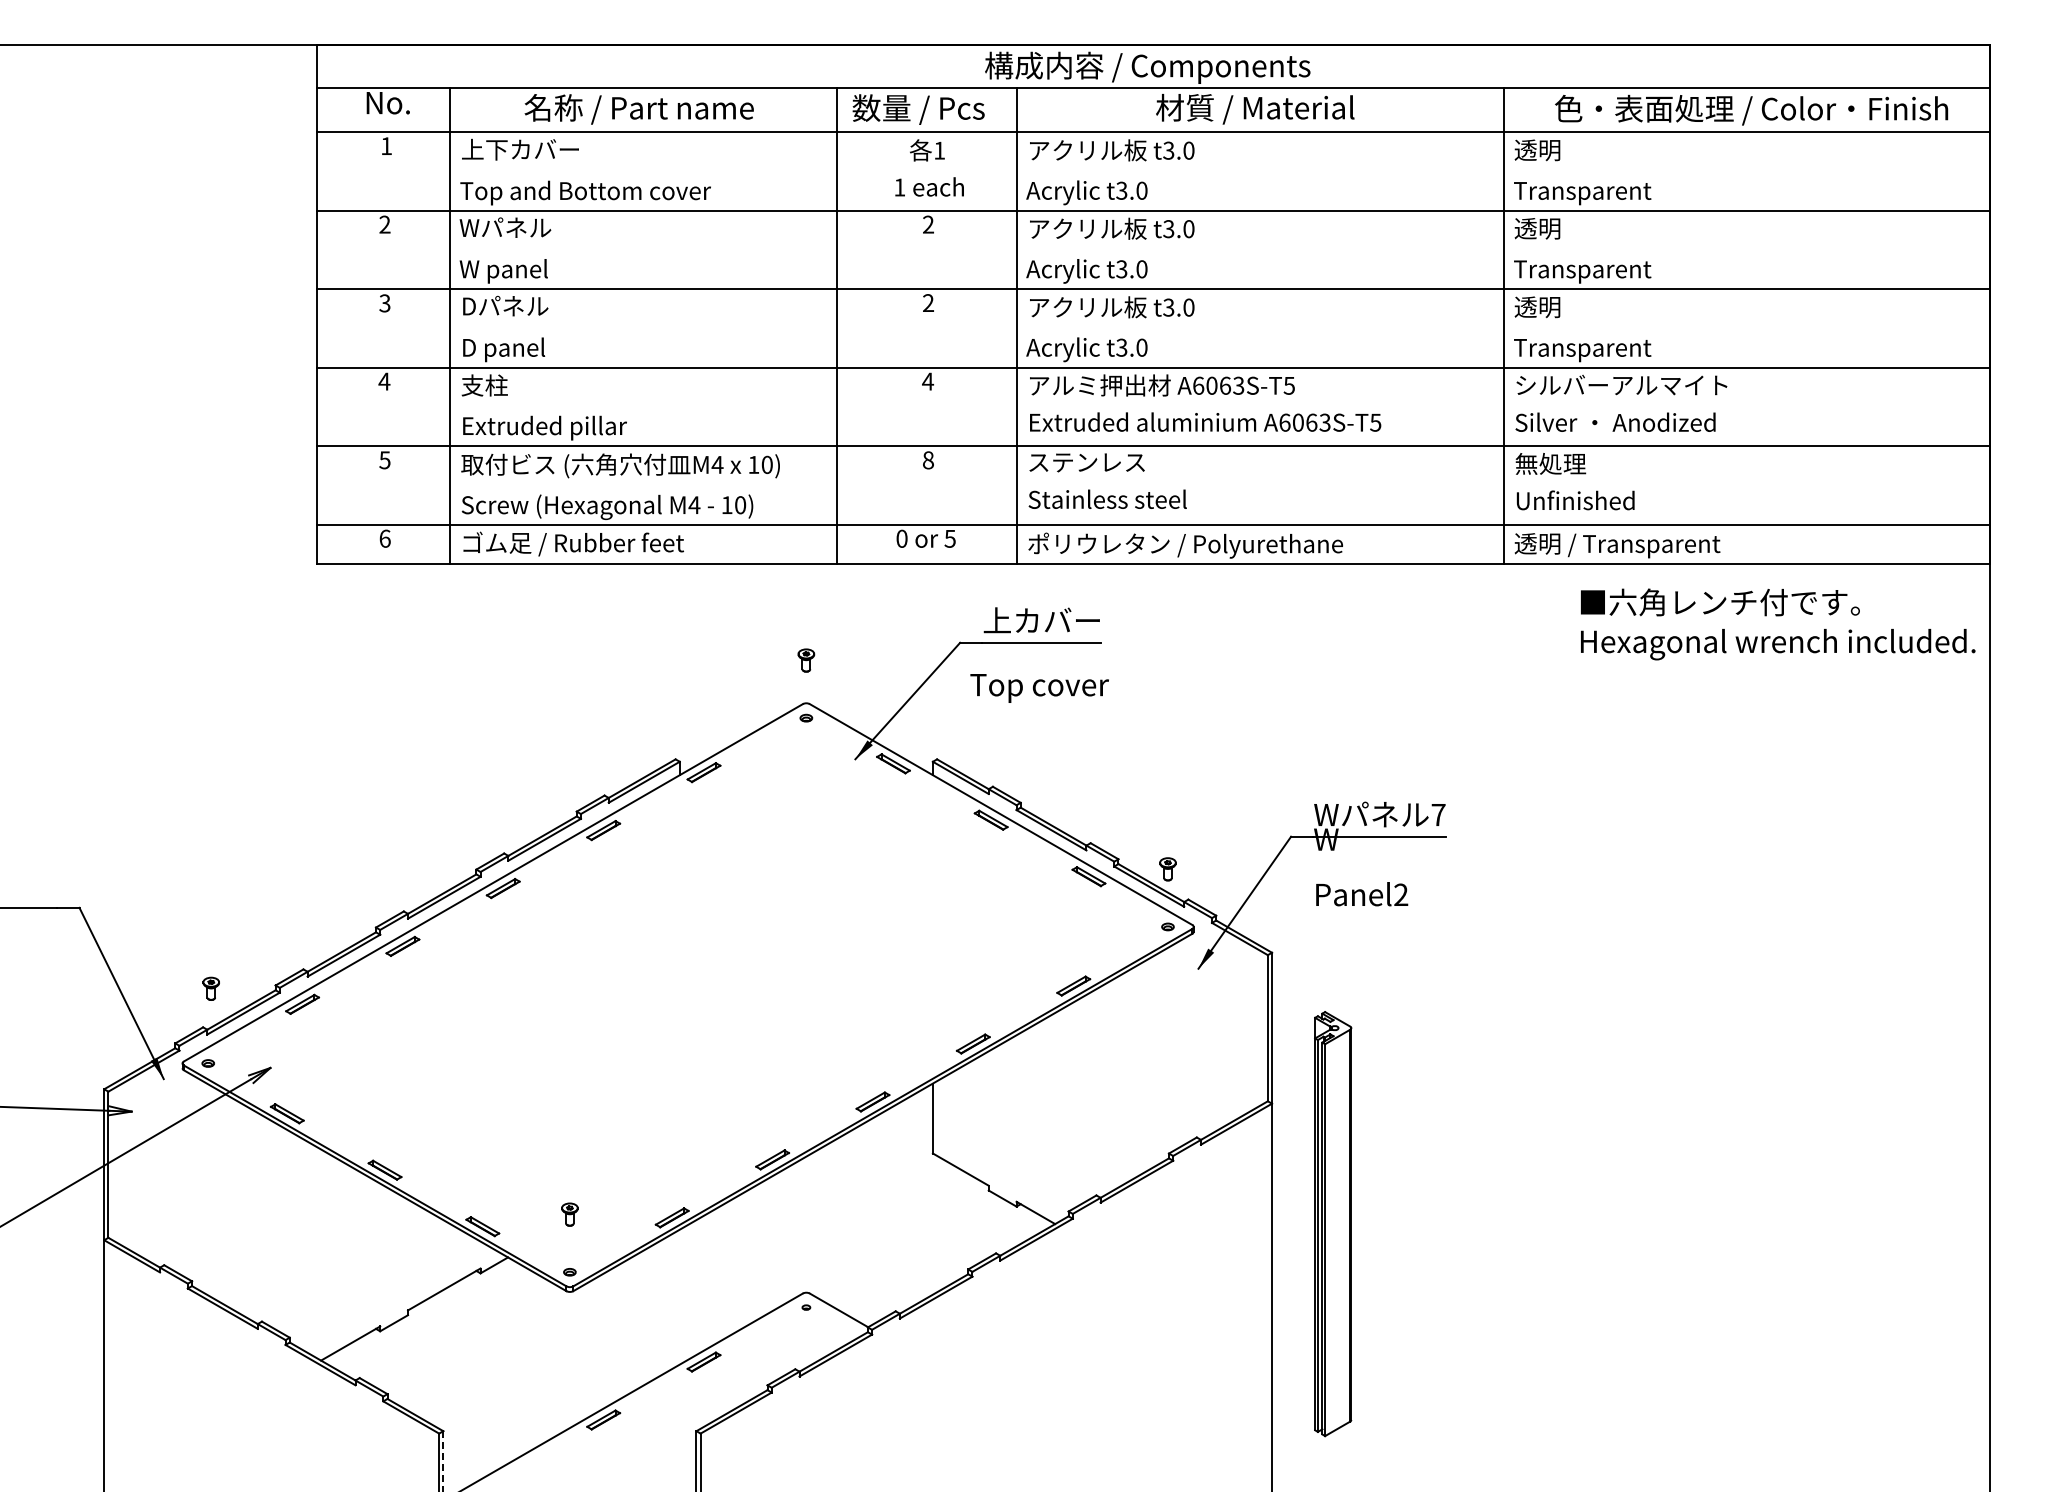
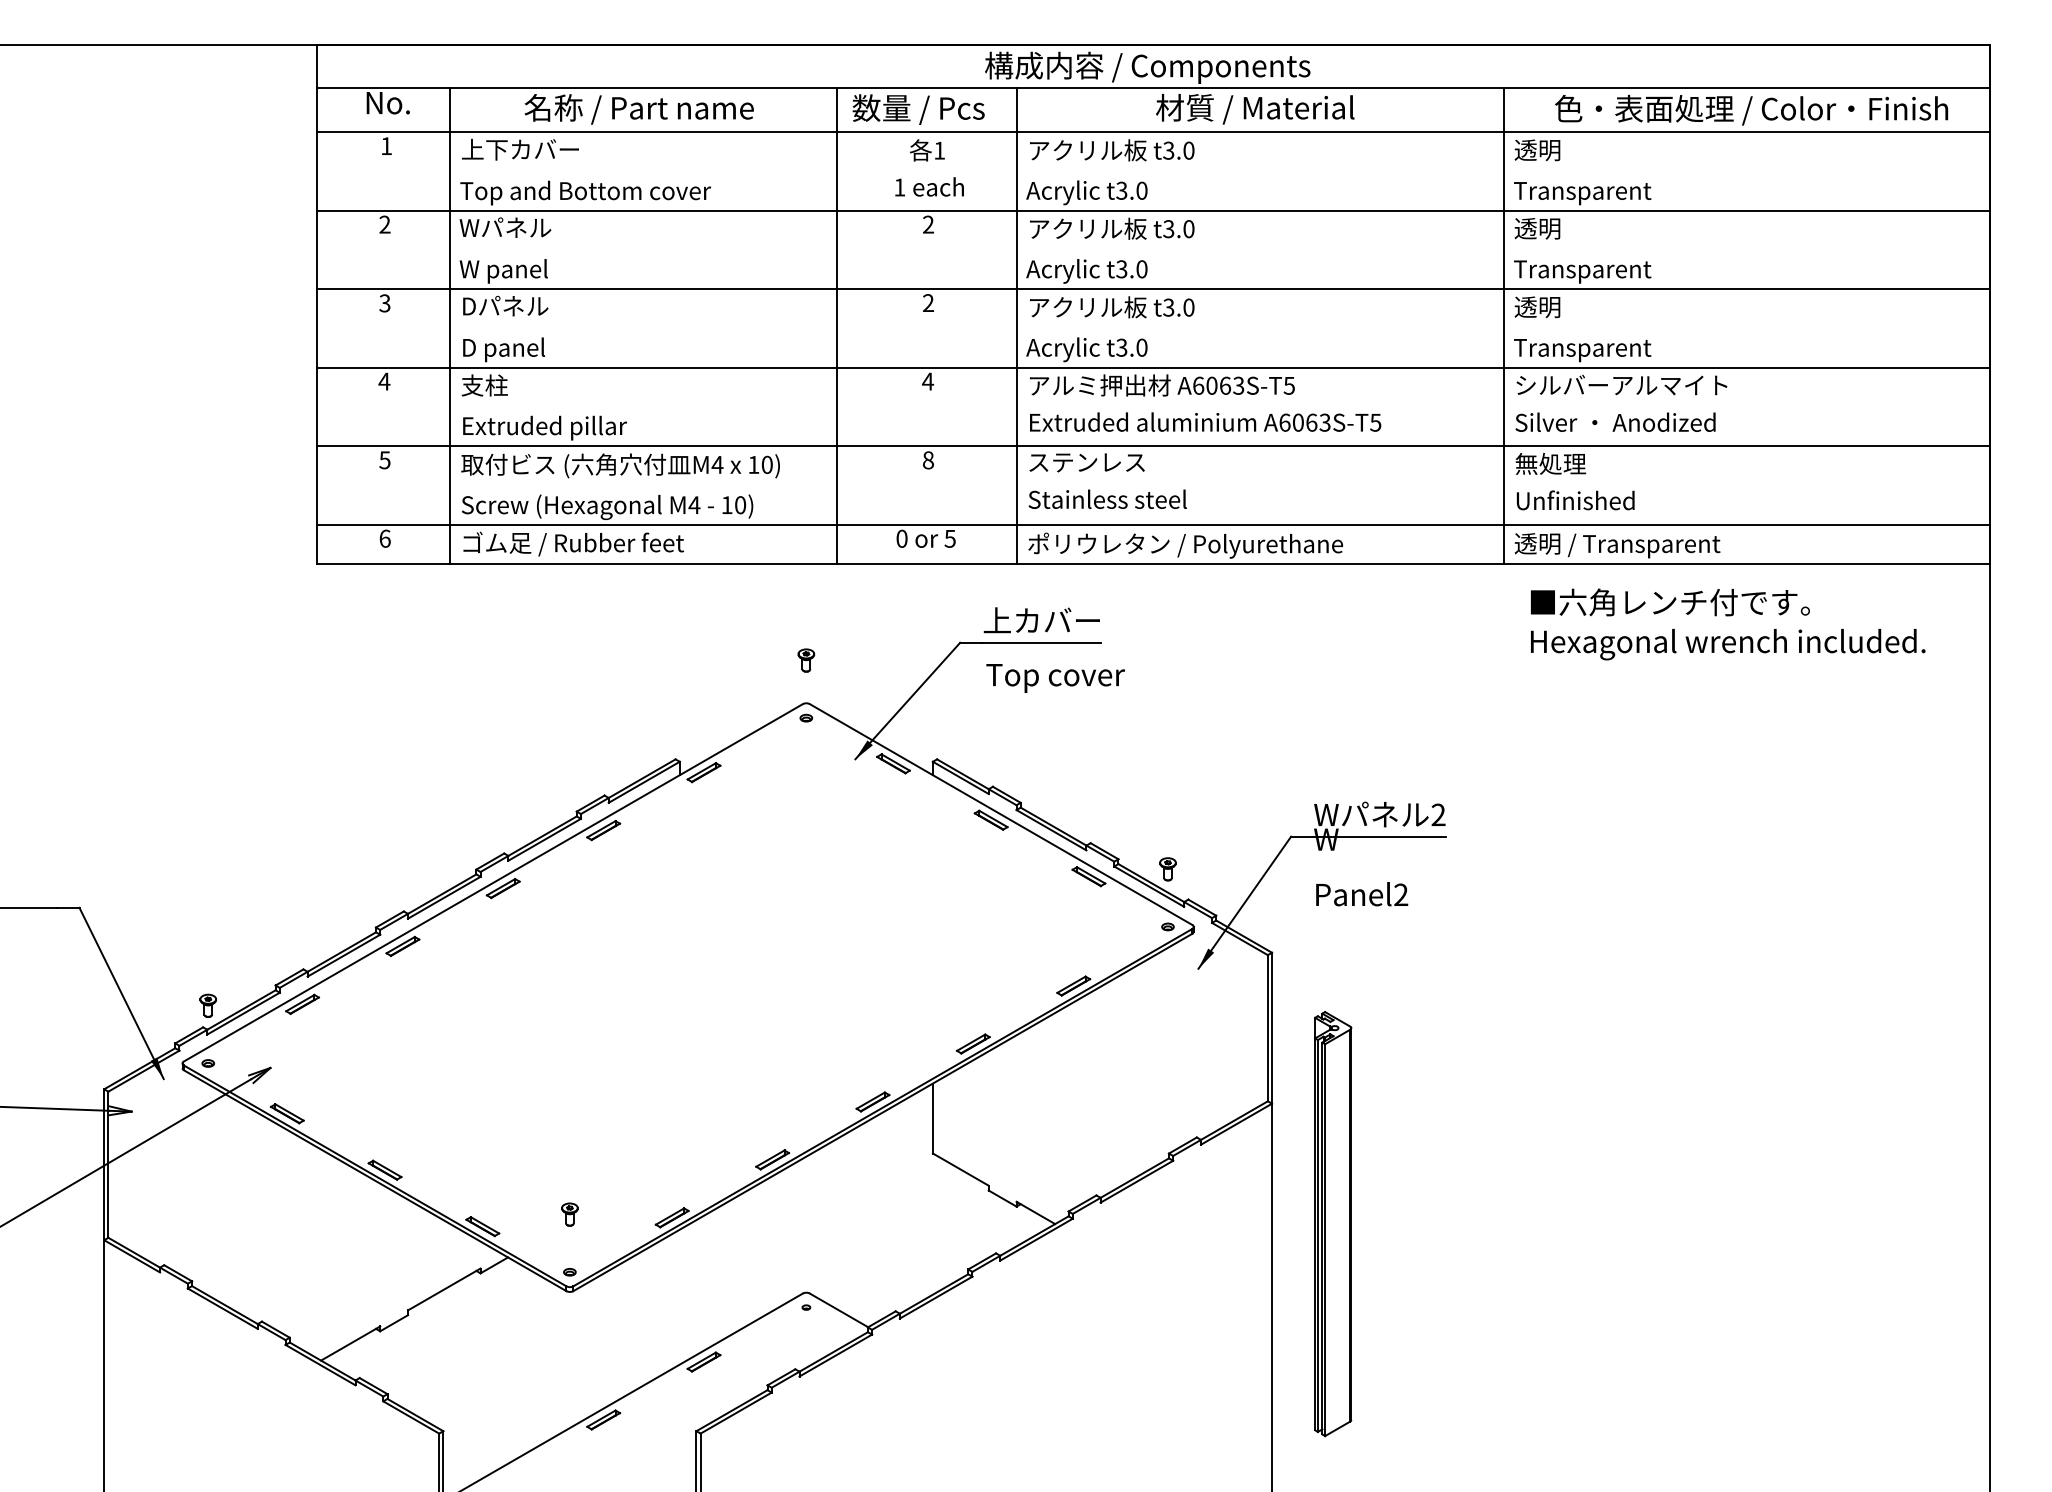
text at (1778, 624) position: (1778, 624) -> (1728, 624)
text at (1039, 688) position: (1039, 688) -> (1055, 678)
text at (1438, 814): 7 -> 2
part at (210, 988) position: (210, 988) -> (207, 1005)
line at (443, 1461): dashed -> solid
